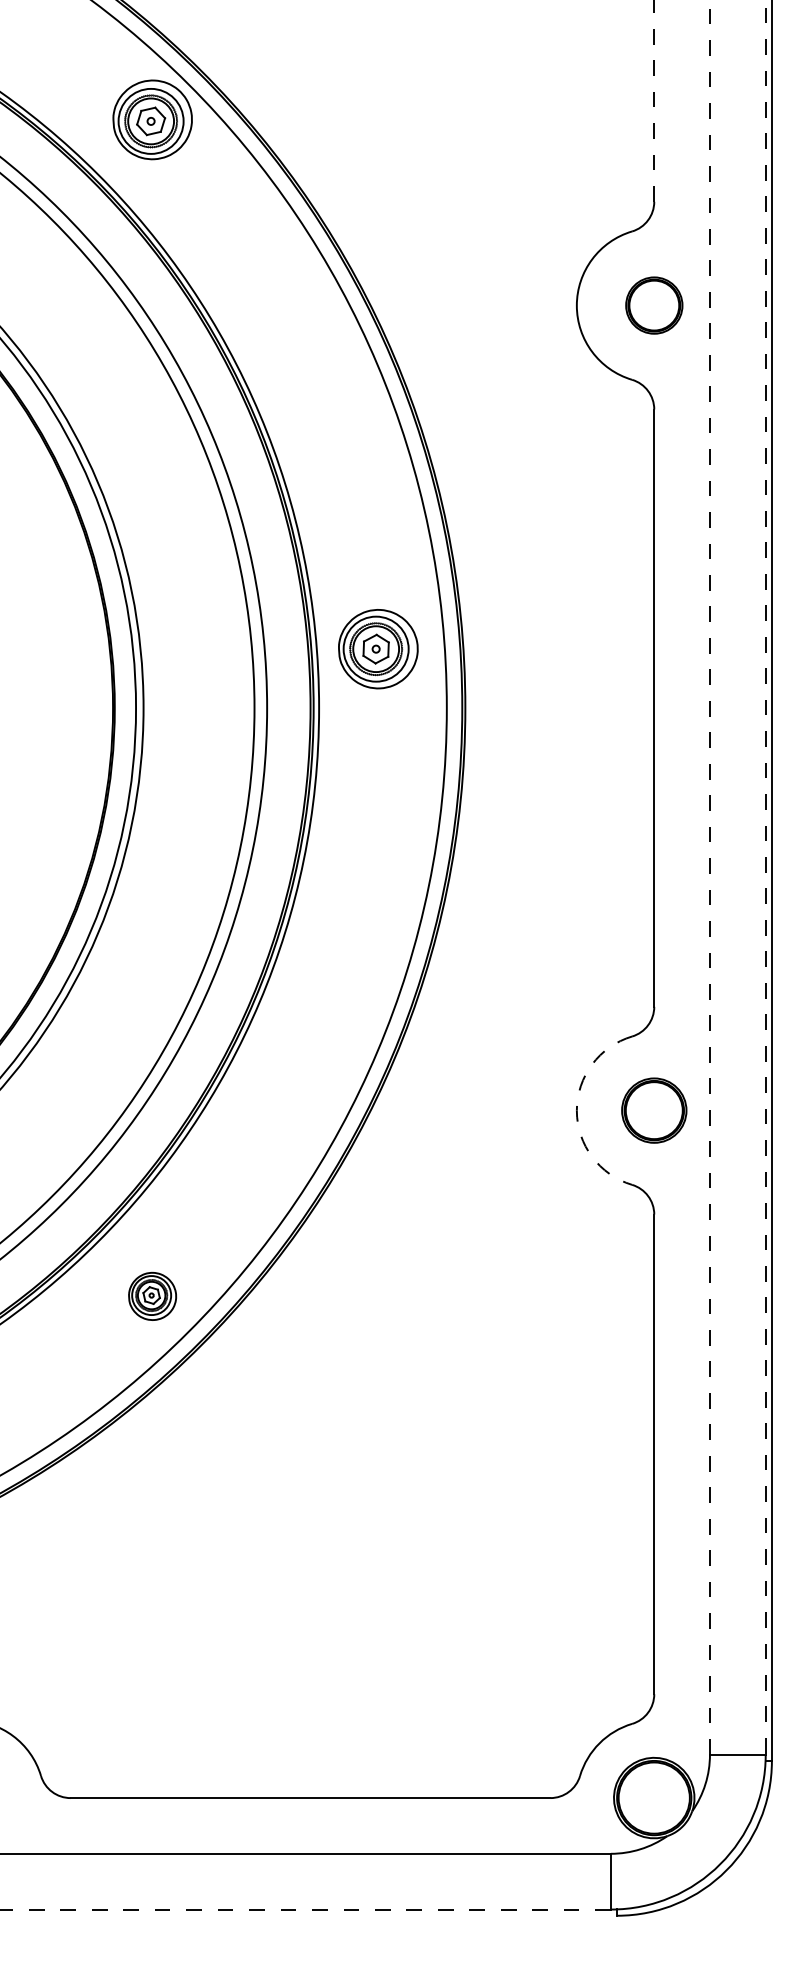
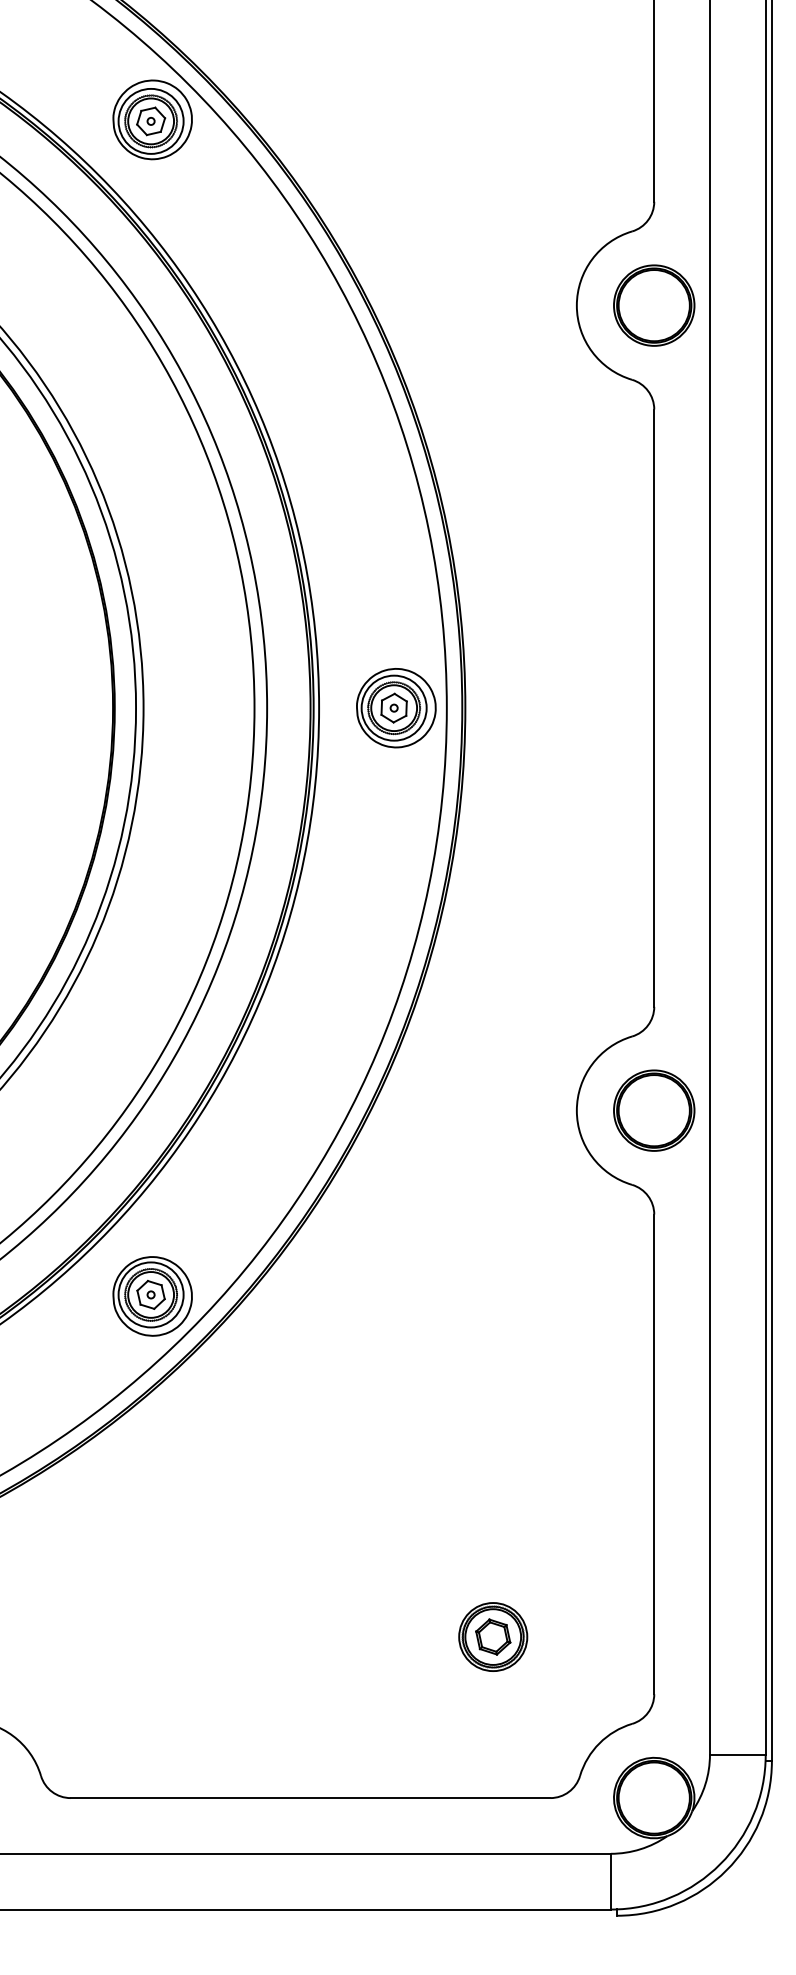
line at (654, 100): dashed -> solid
part at (654, 305) size: 59x59 px -> 83x83 px
part at (378, 649) position: (378, 649) -> (396, 708)
line at (709, 877): dashed -> solid
line at (765, 878): dashed -> solid
arc at (576, 1110): dashed -> solid
part at (654, 1110) size: 67x67 px -> 83x83 px
part at (152, 1295) size: 50x50 px -> 81x81 px
part at (493, 1636): none -> present
line at (305, 1909): dashed -> solid
